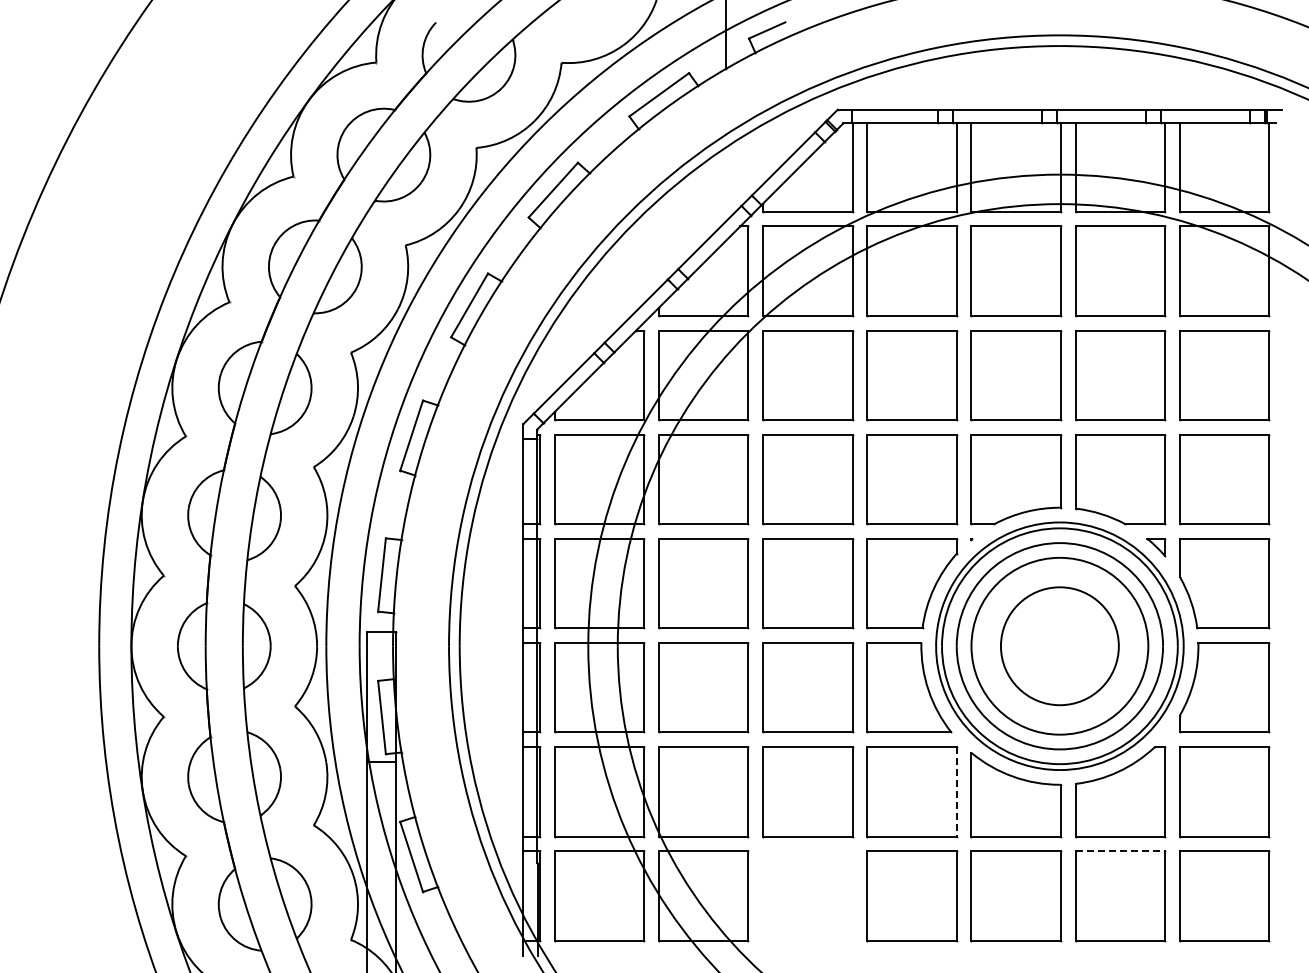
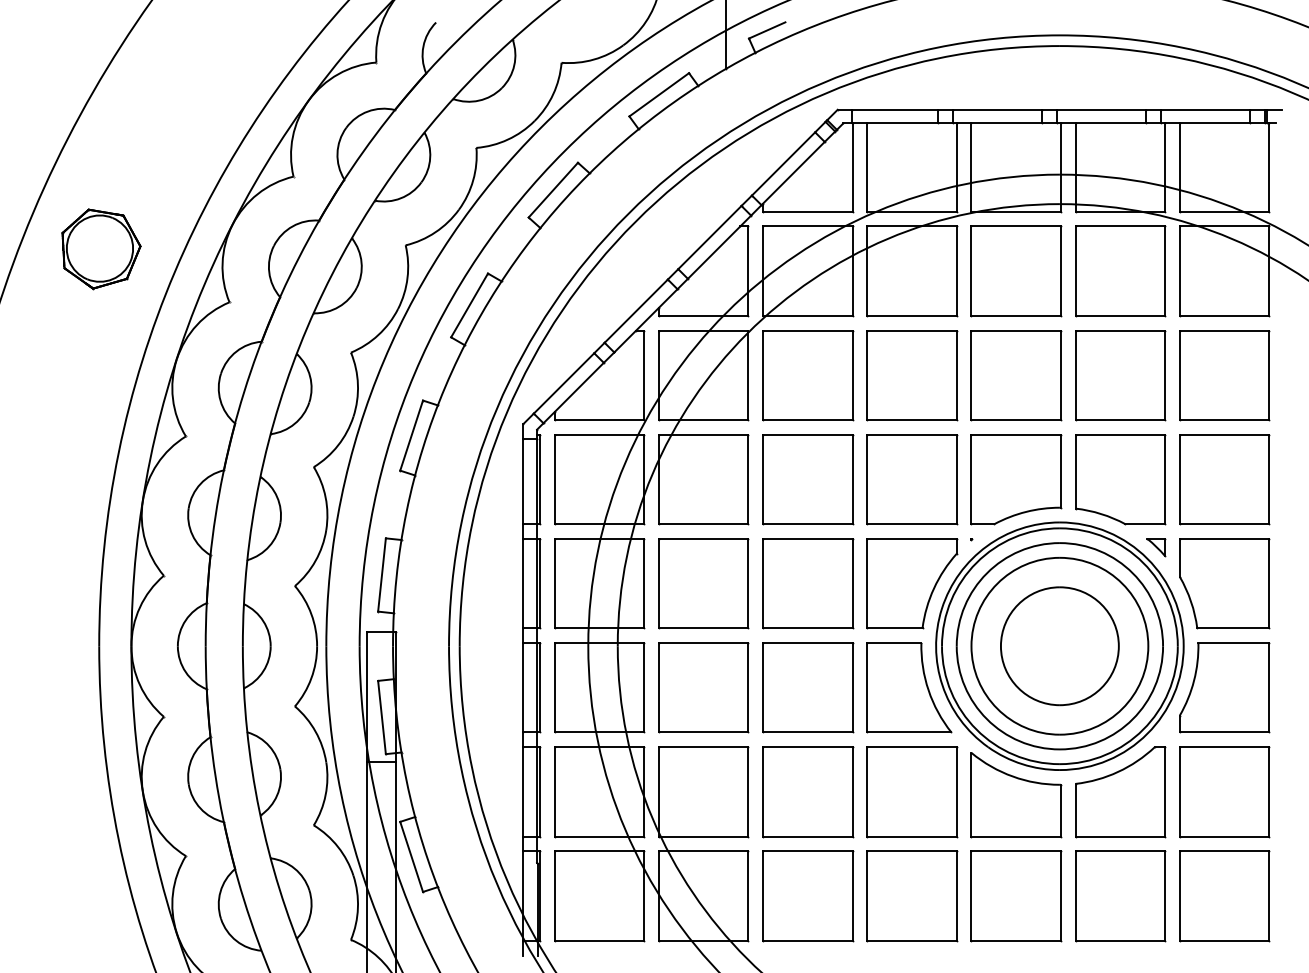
part at (101, 249): none -> present
line at (956, 791): dashed -> solid
line at (1120, 851): dashed -> solid
part at (808, 896): none -> present
